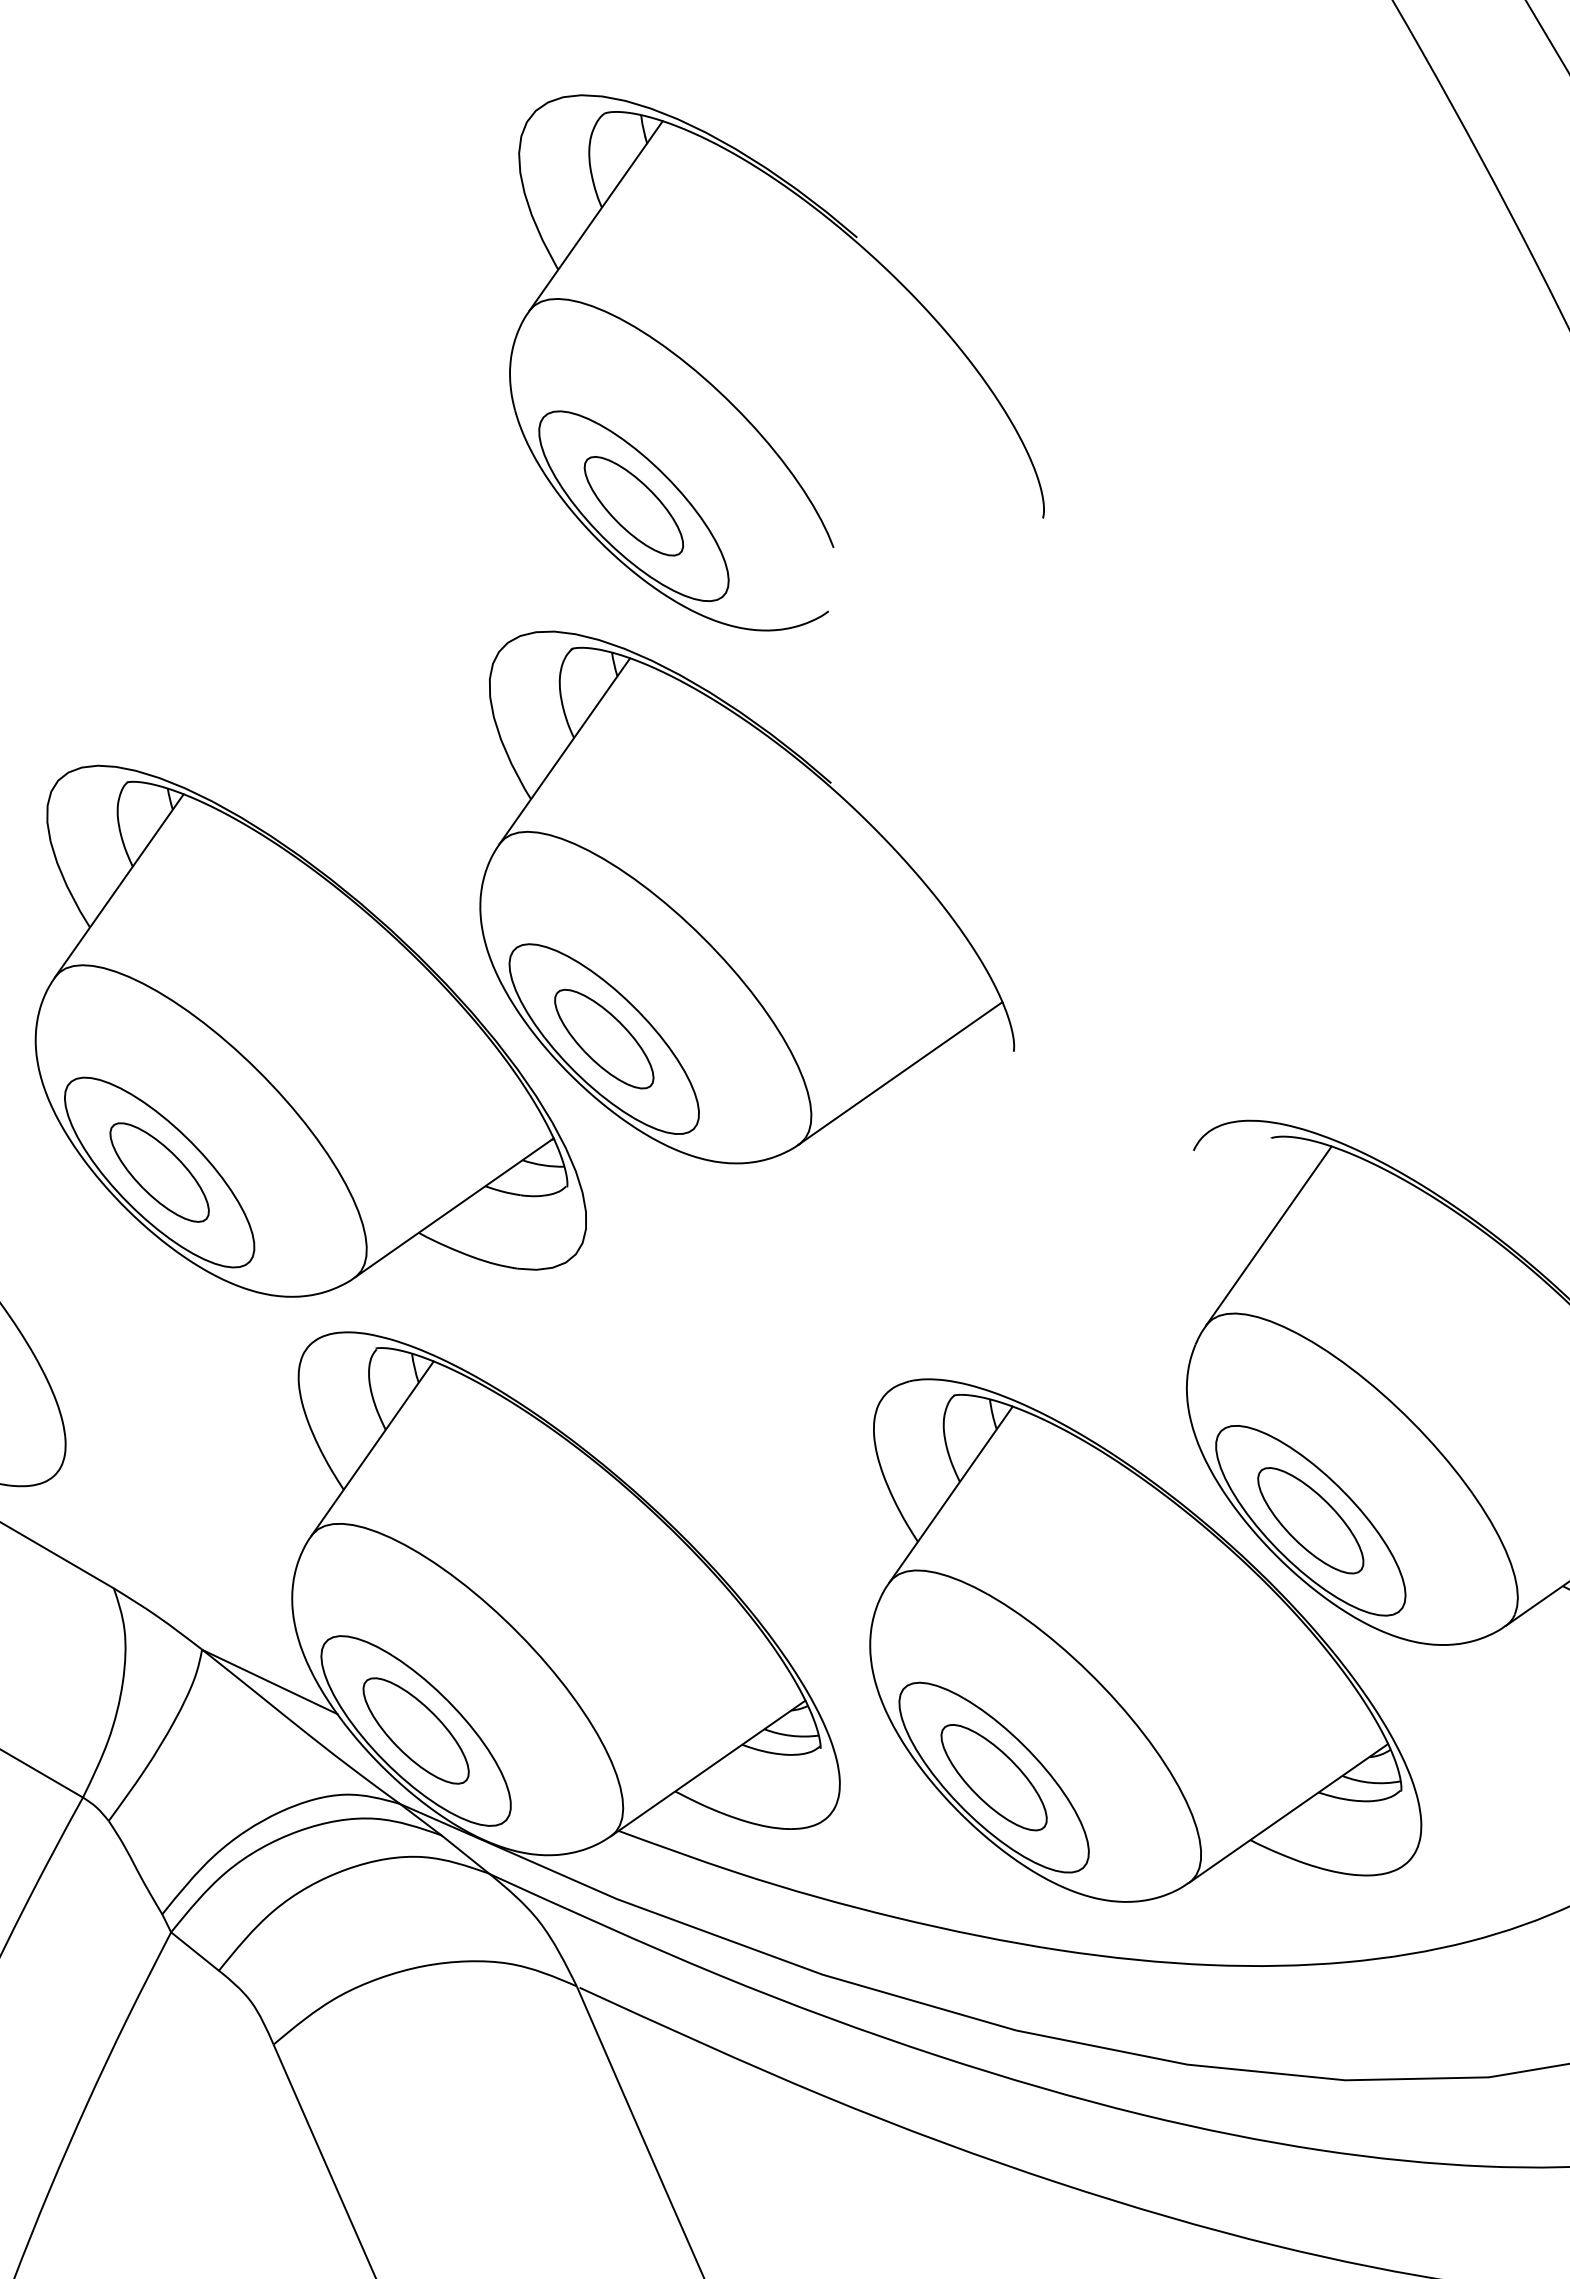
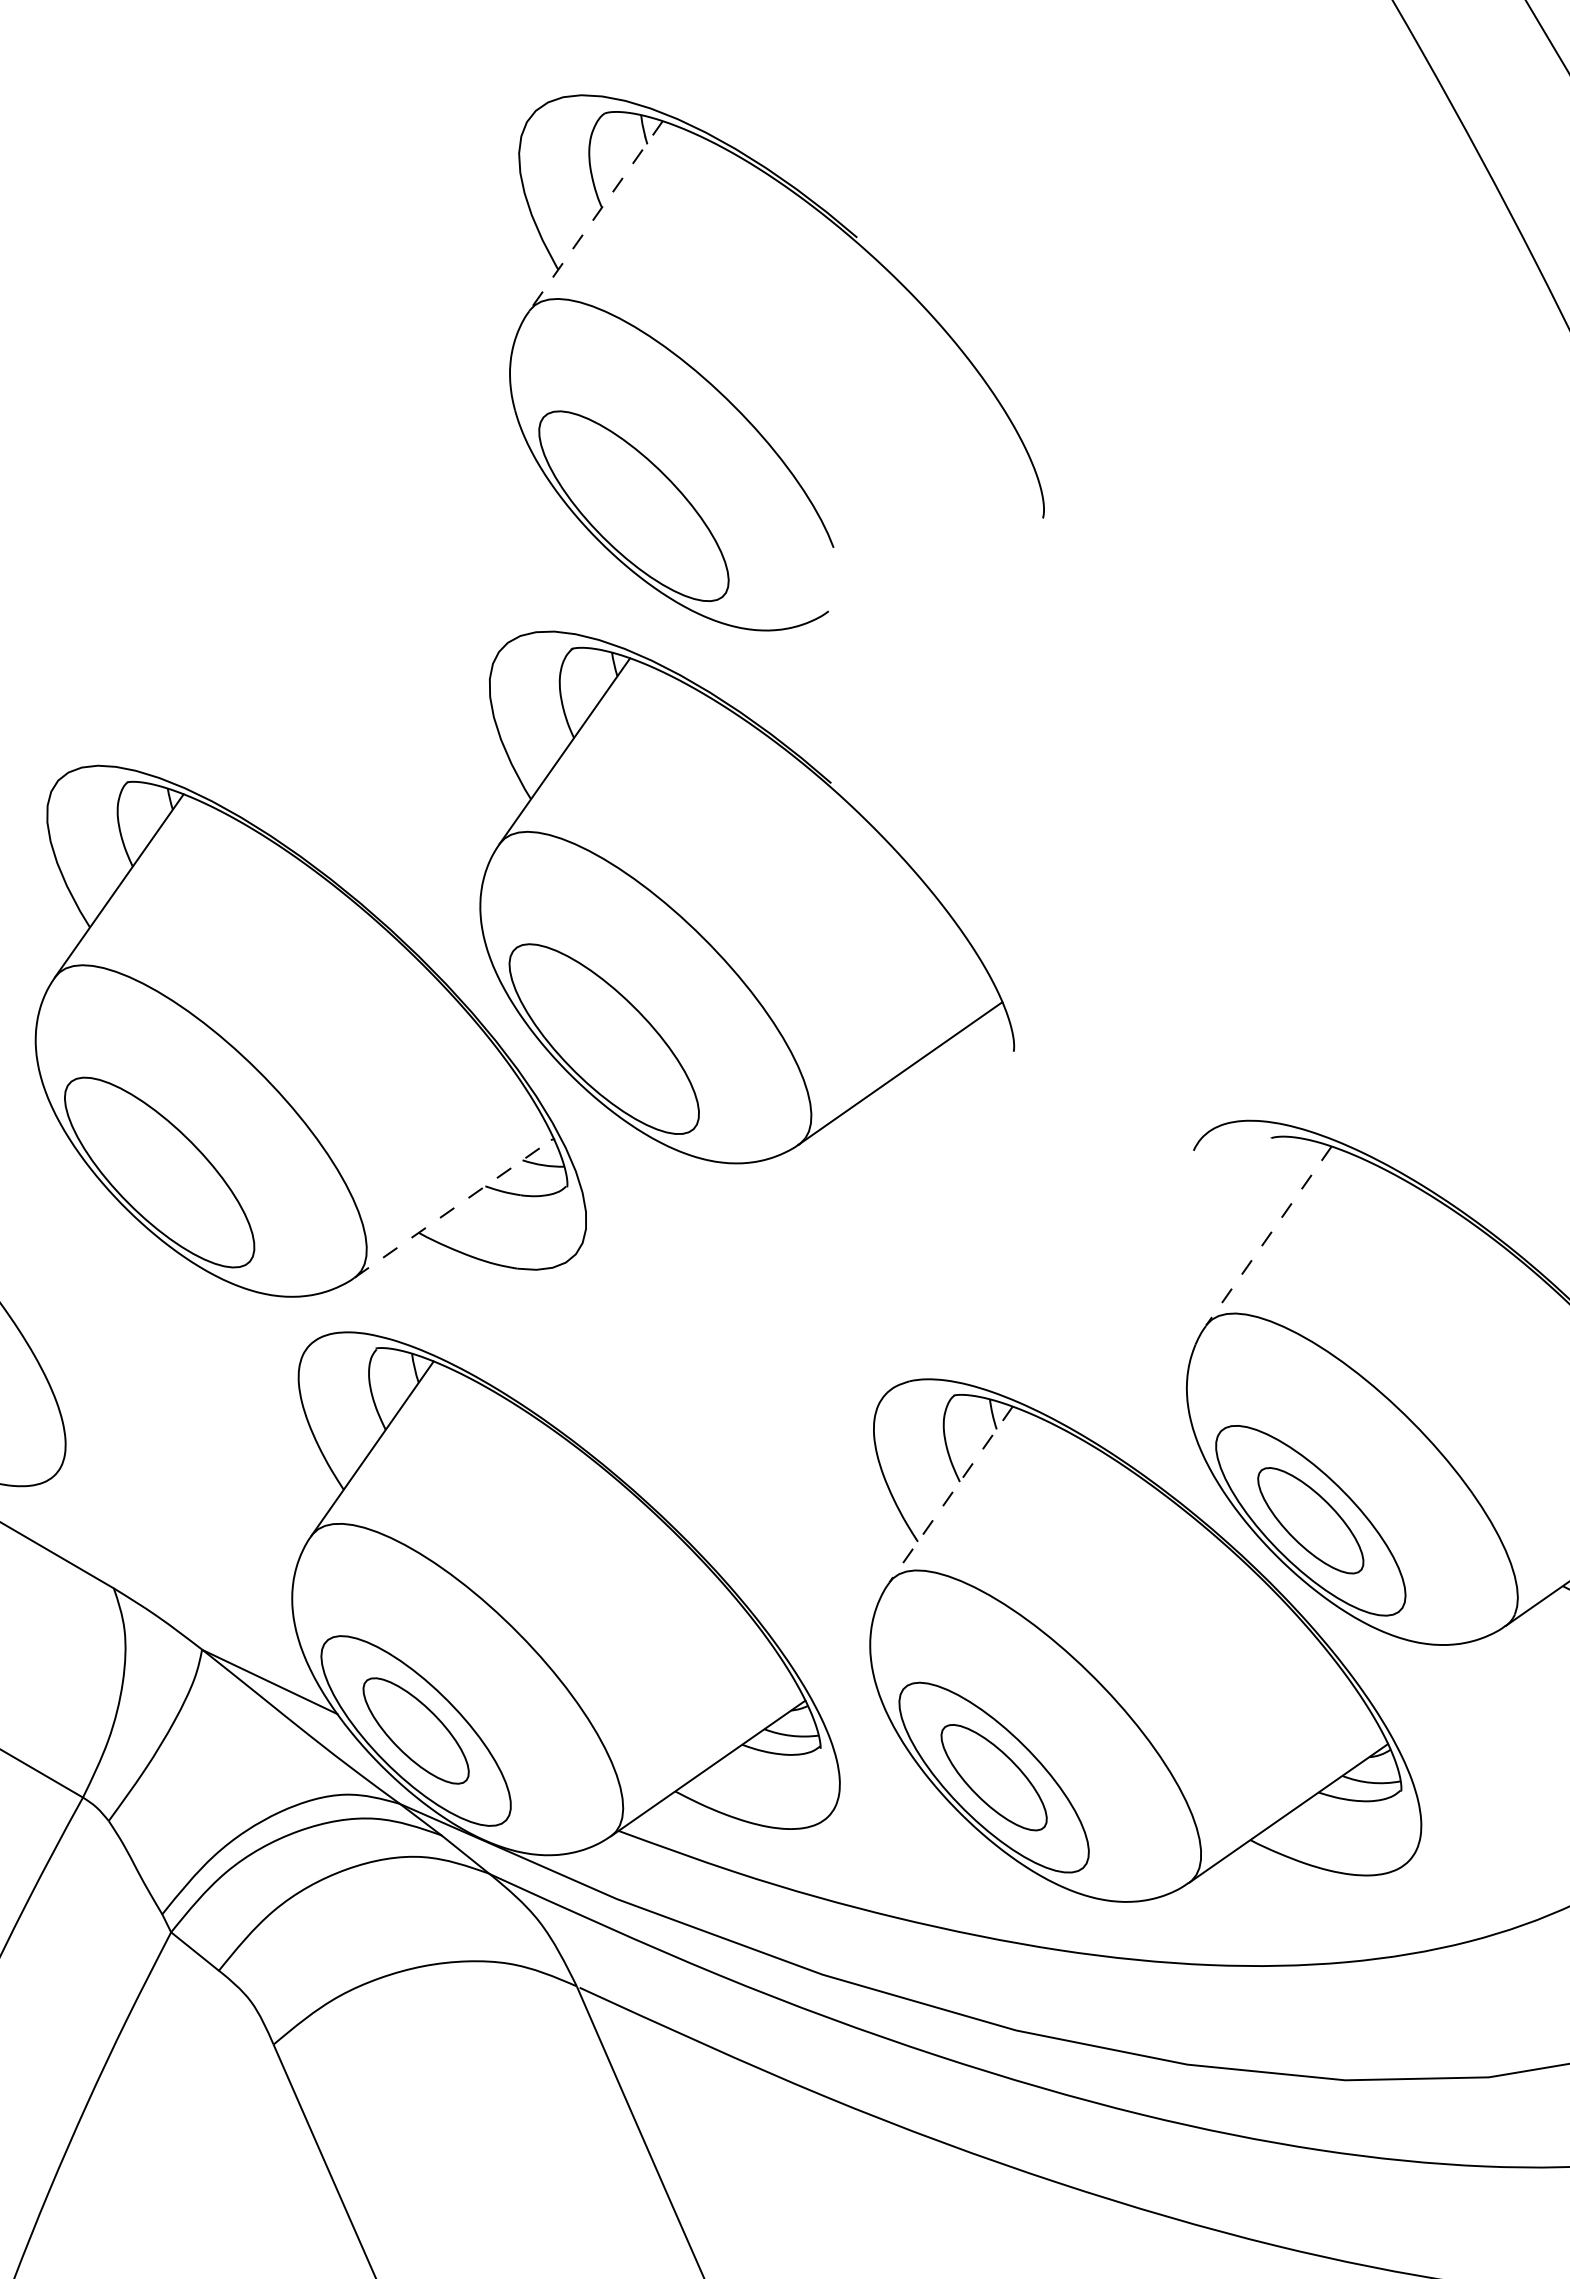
line at (595, 216): solid -> dashed
part at (633, 506): present -> none
part at (604, 1038): present -> none
part at (159, 1172): present -> none
line at (454, 1207): solid -> dashed
line at (1268, 1236): solid -> dashed
line at (950, 1494): solid -> dashed
